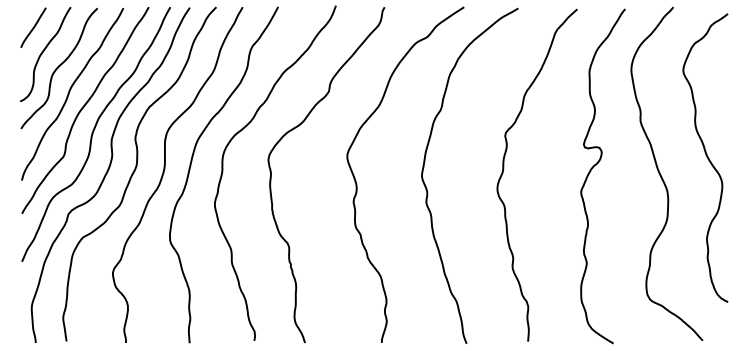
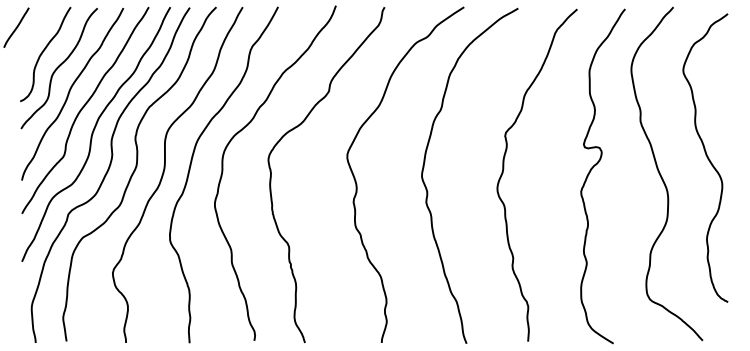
line at (33, 27) position: (33, 27) -> (16, 27)
